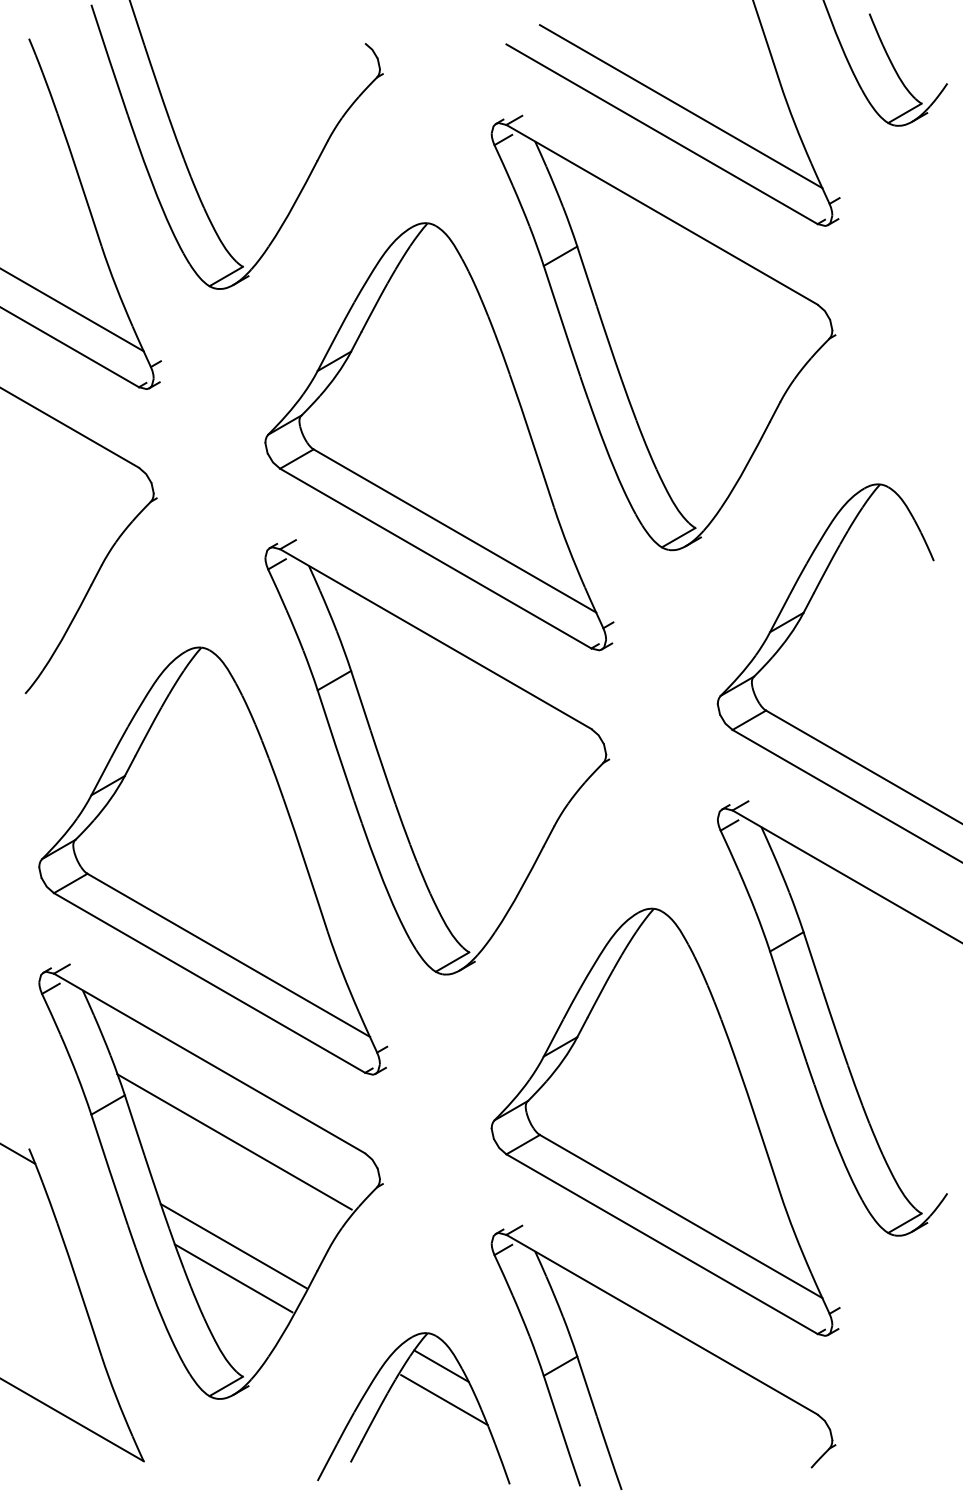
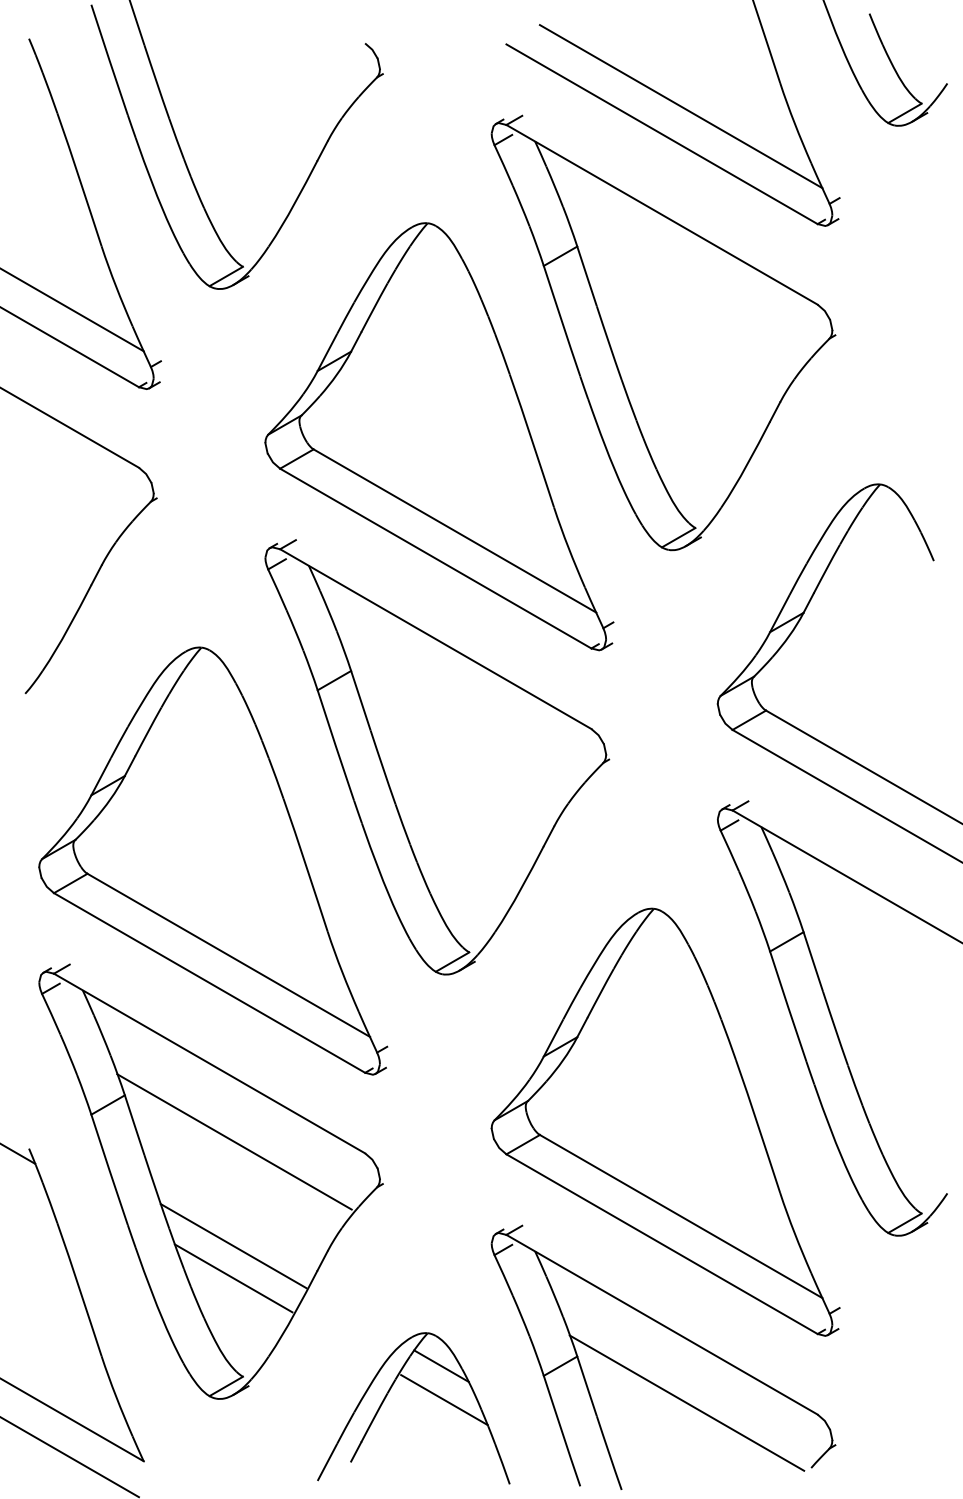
line at (686, 1402): none -> present
line at (69, 1456): none -> present
